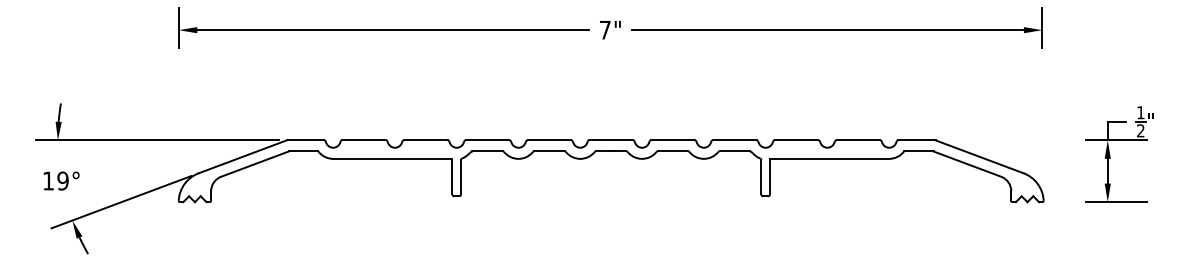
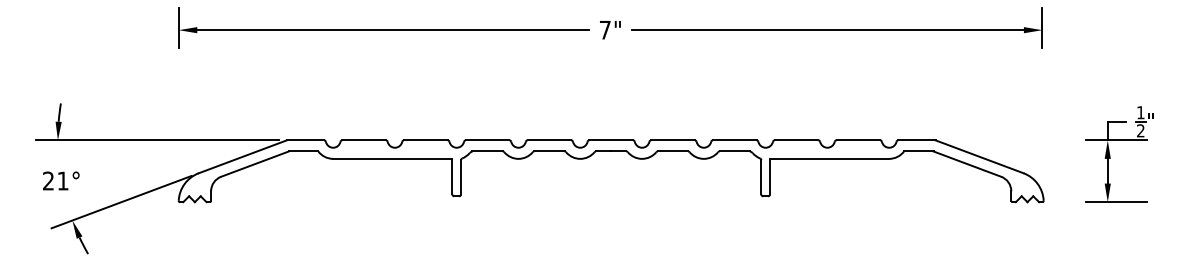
text at (55, 180): 19° -> 21°
